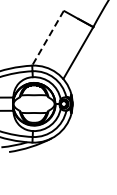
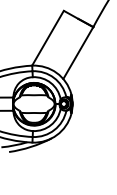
line at (48, 38): dashed -> solid
